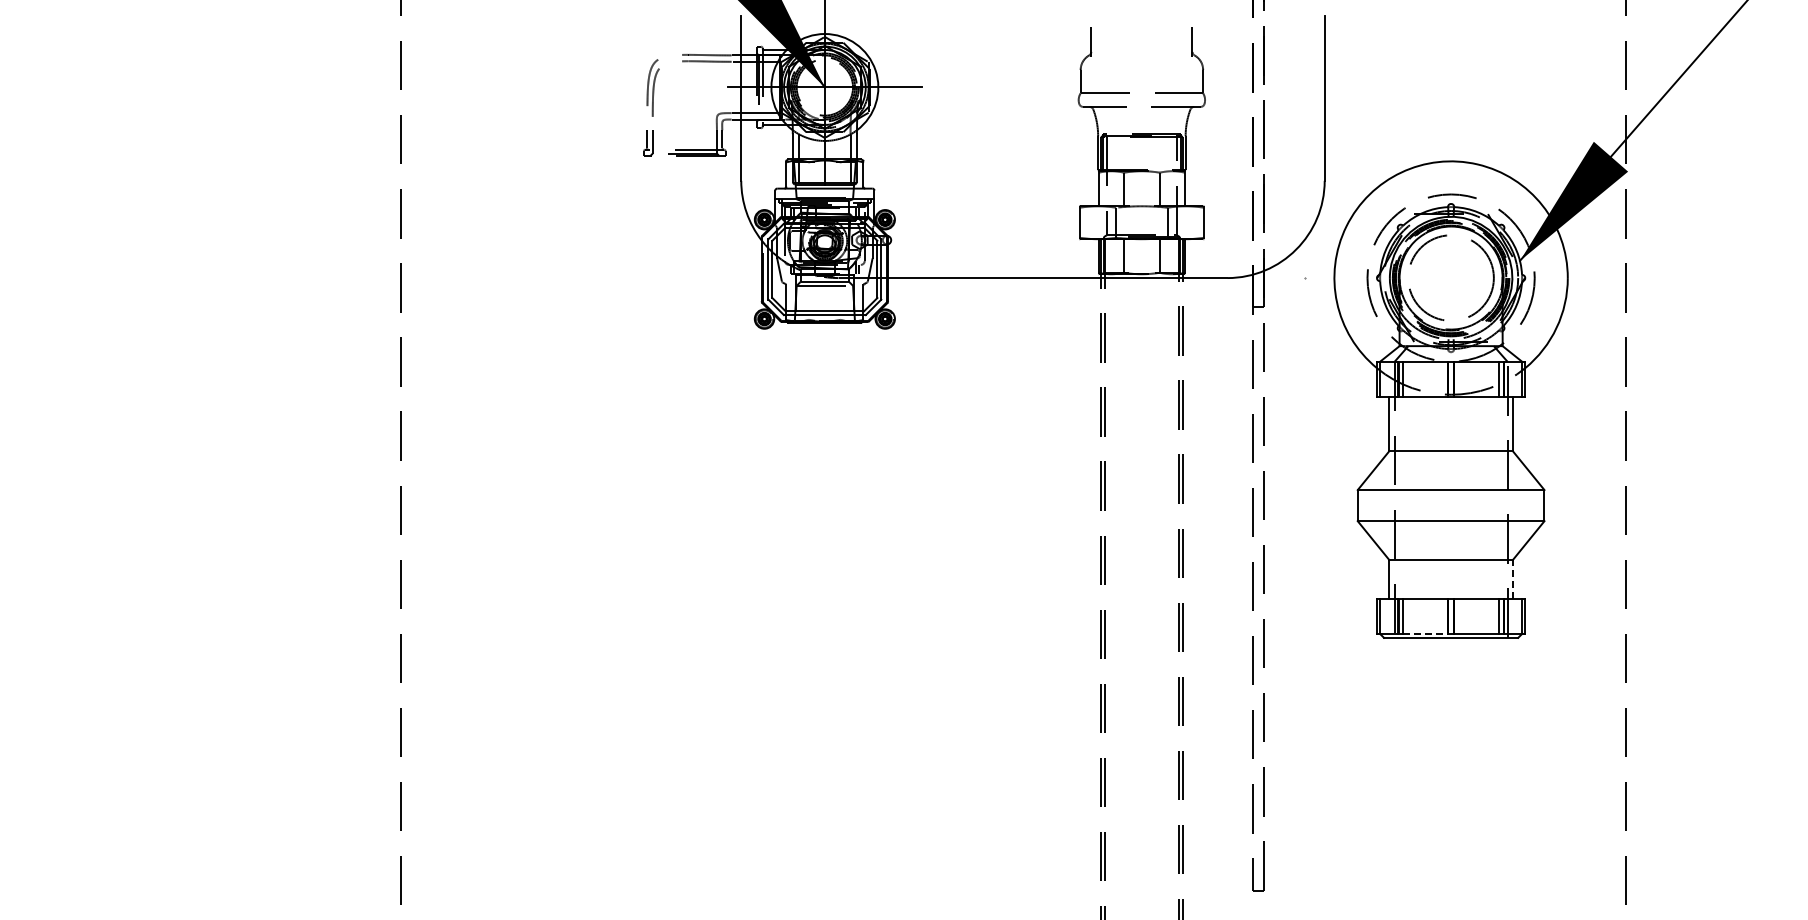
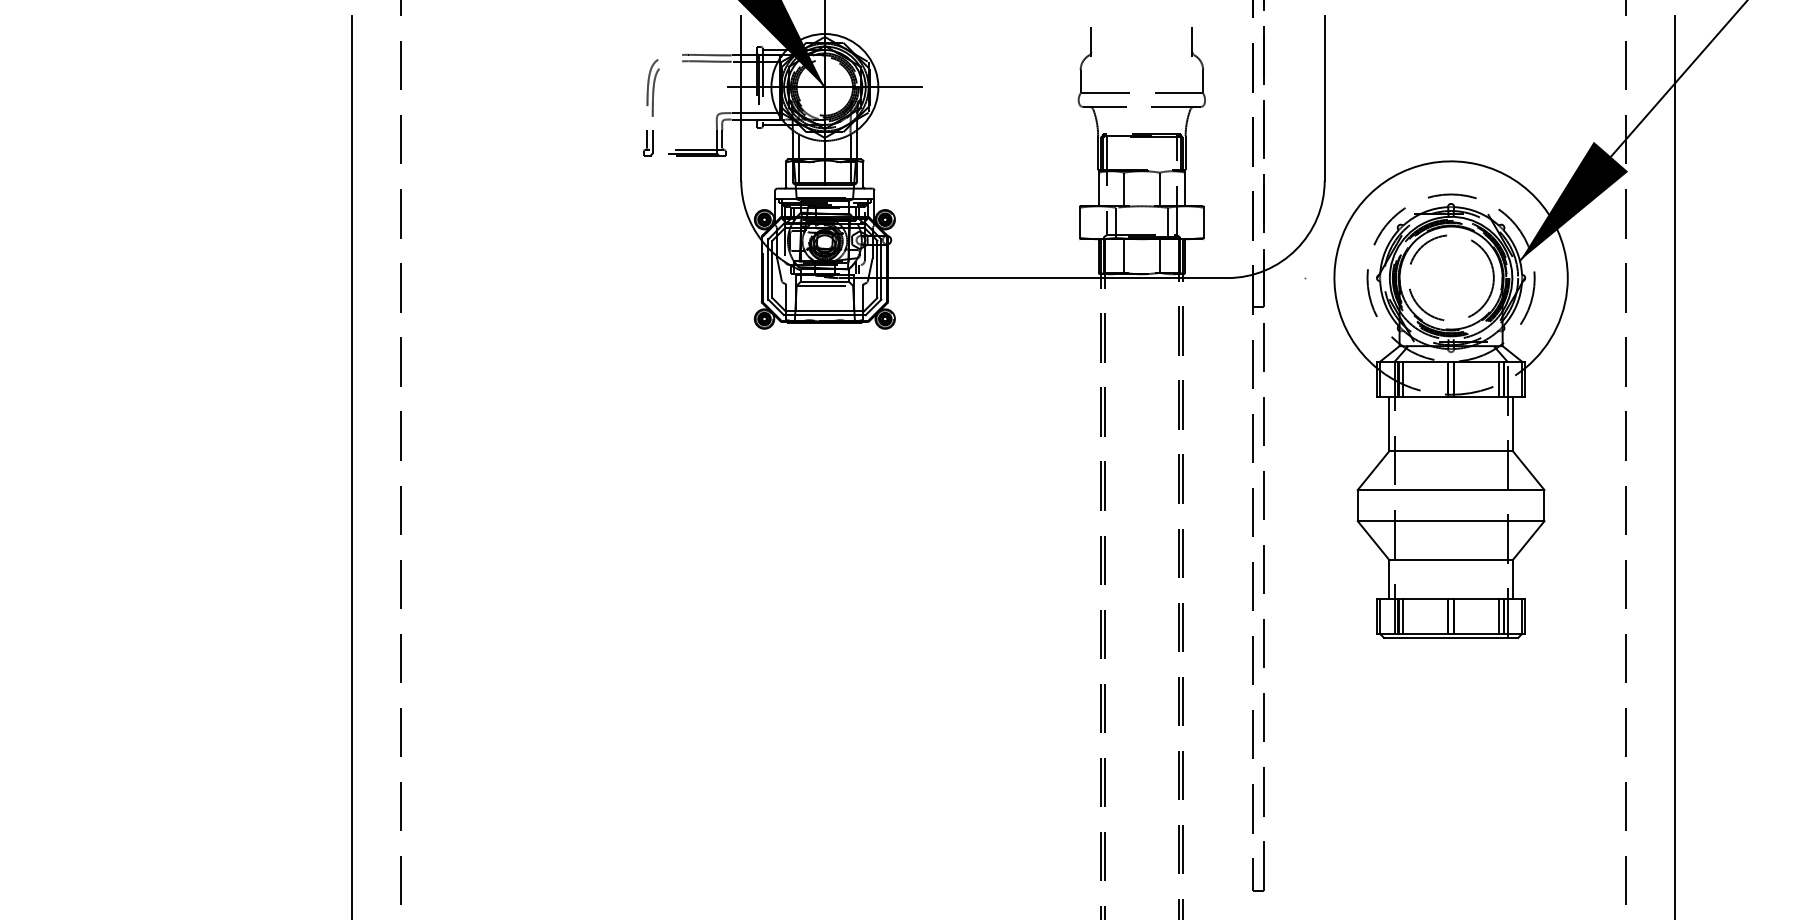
line at (352, 465): none -> present
line at (1674, 465): none -> present
line at (1512, 579): dashed -> solid
line at (1426, 633): dashed -> solid
